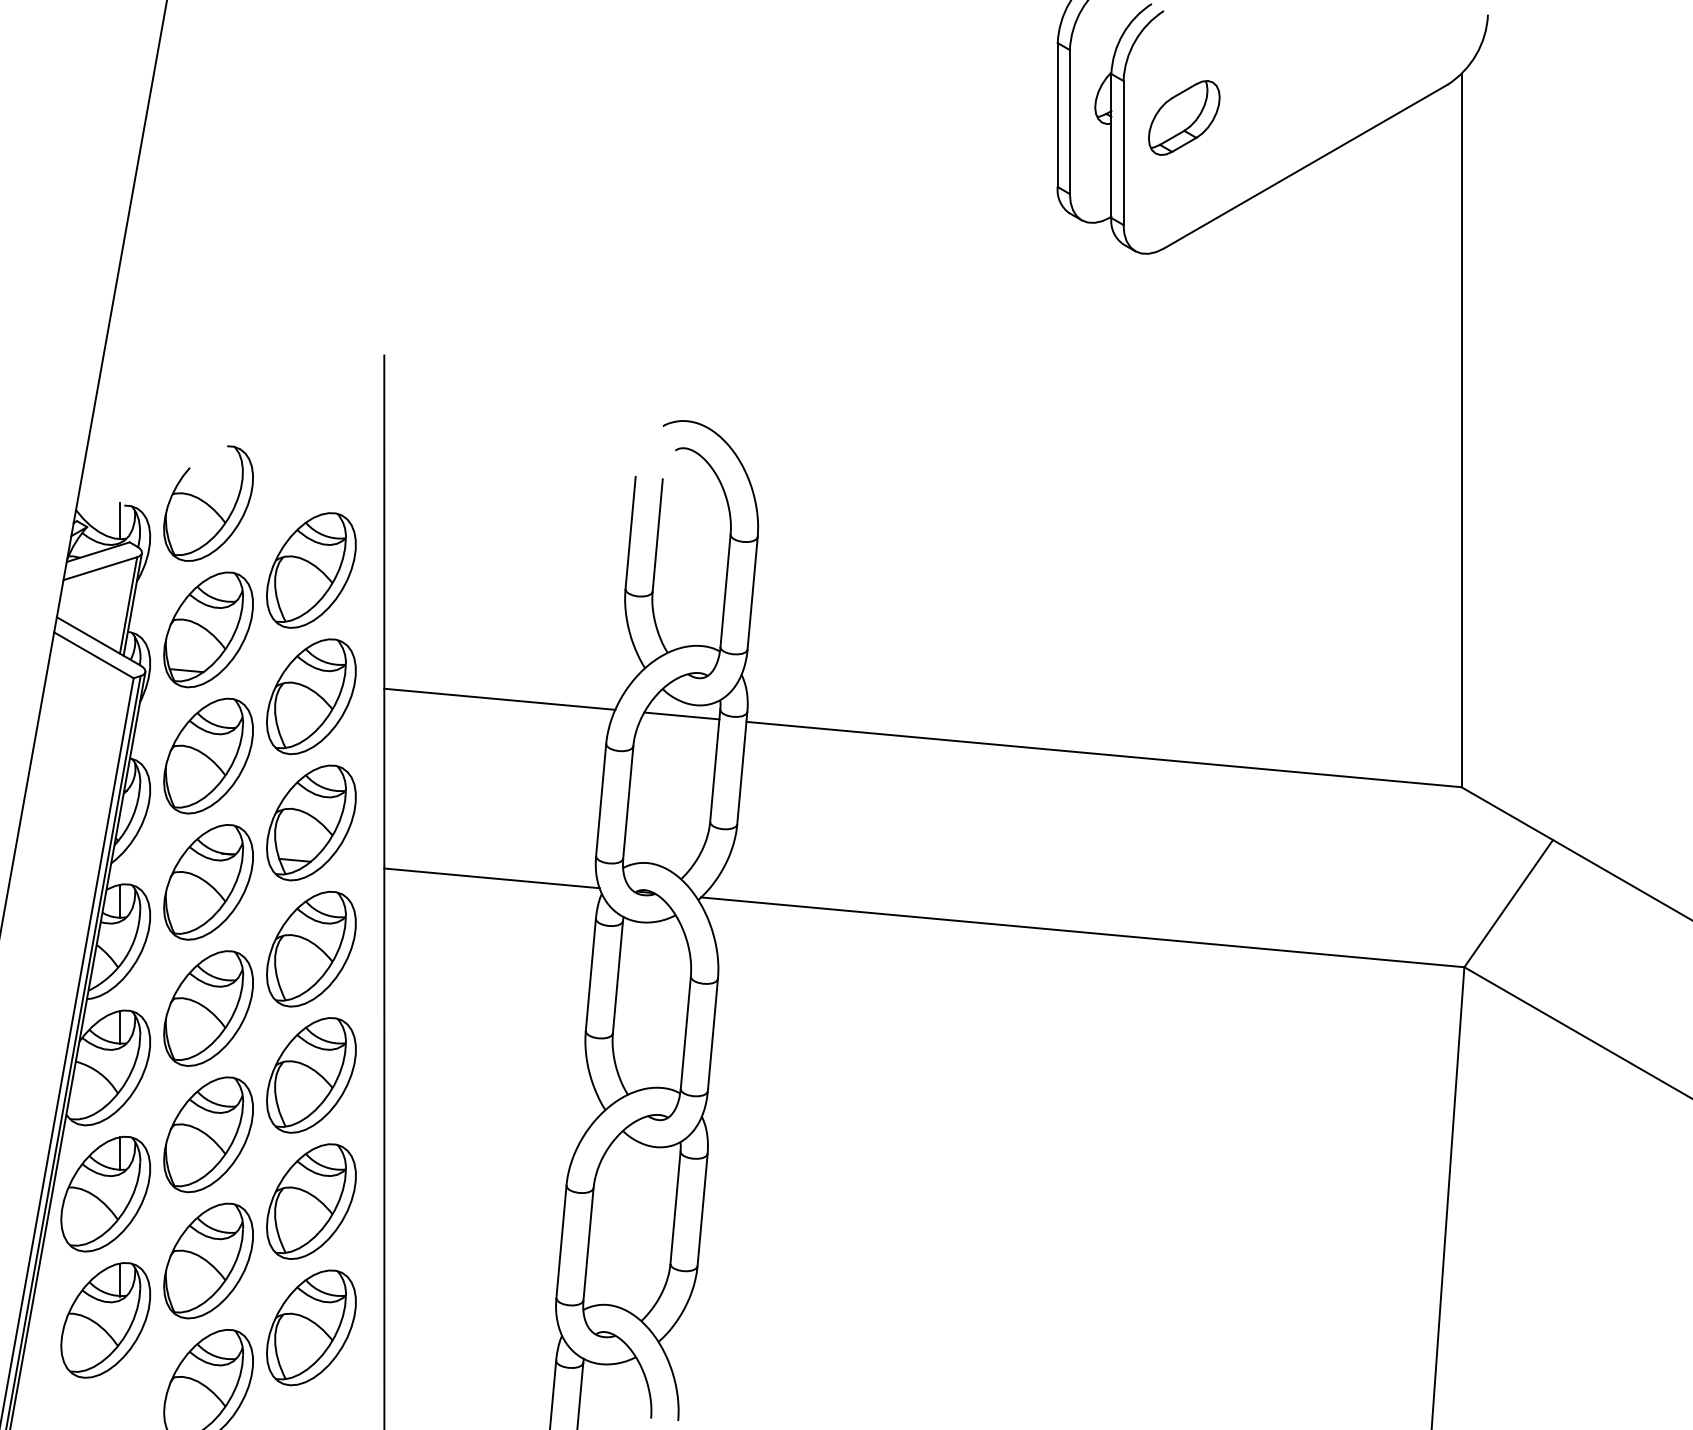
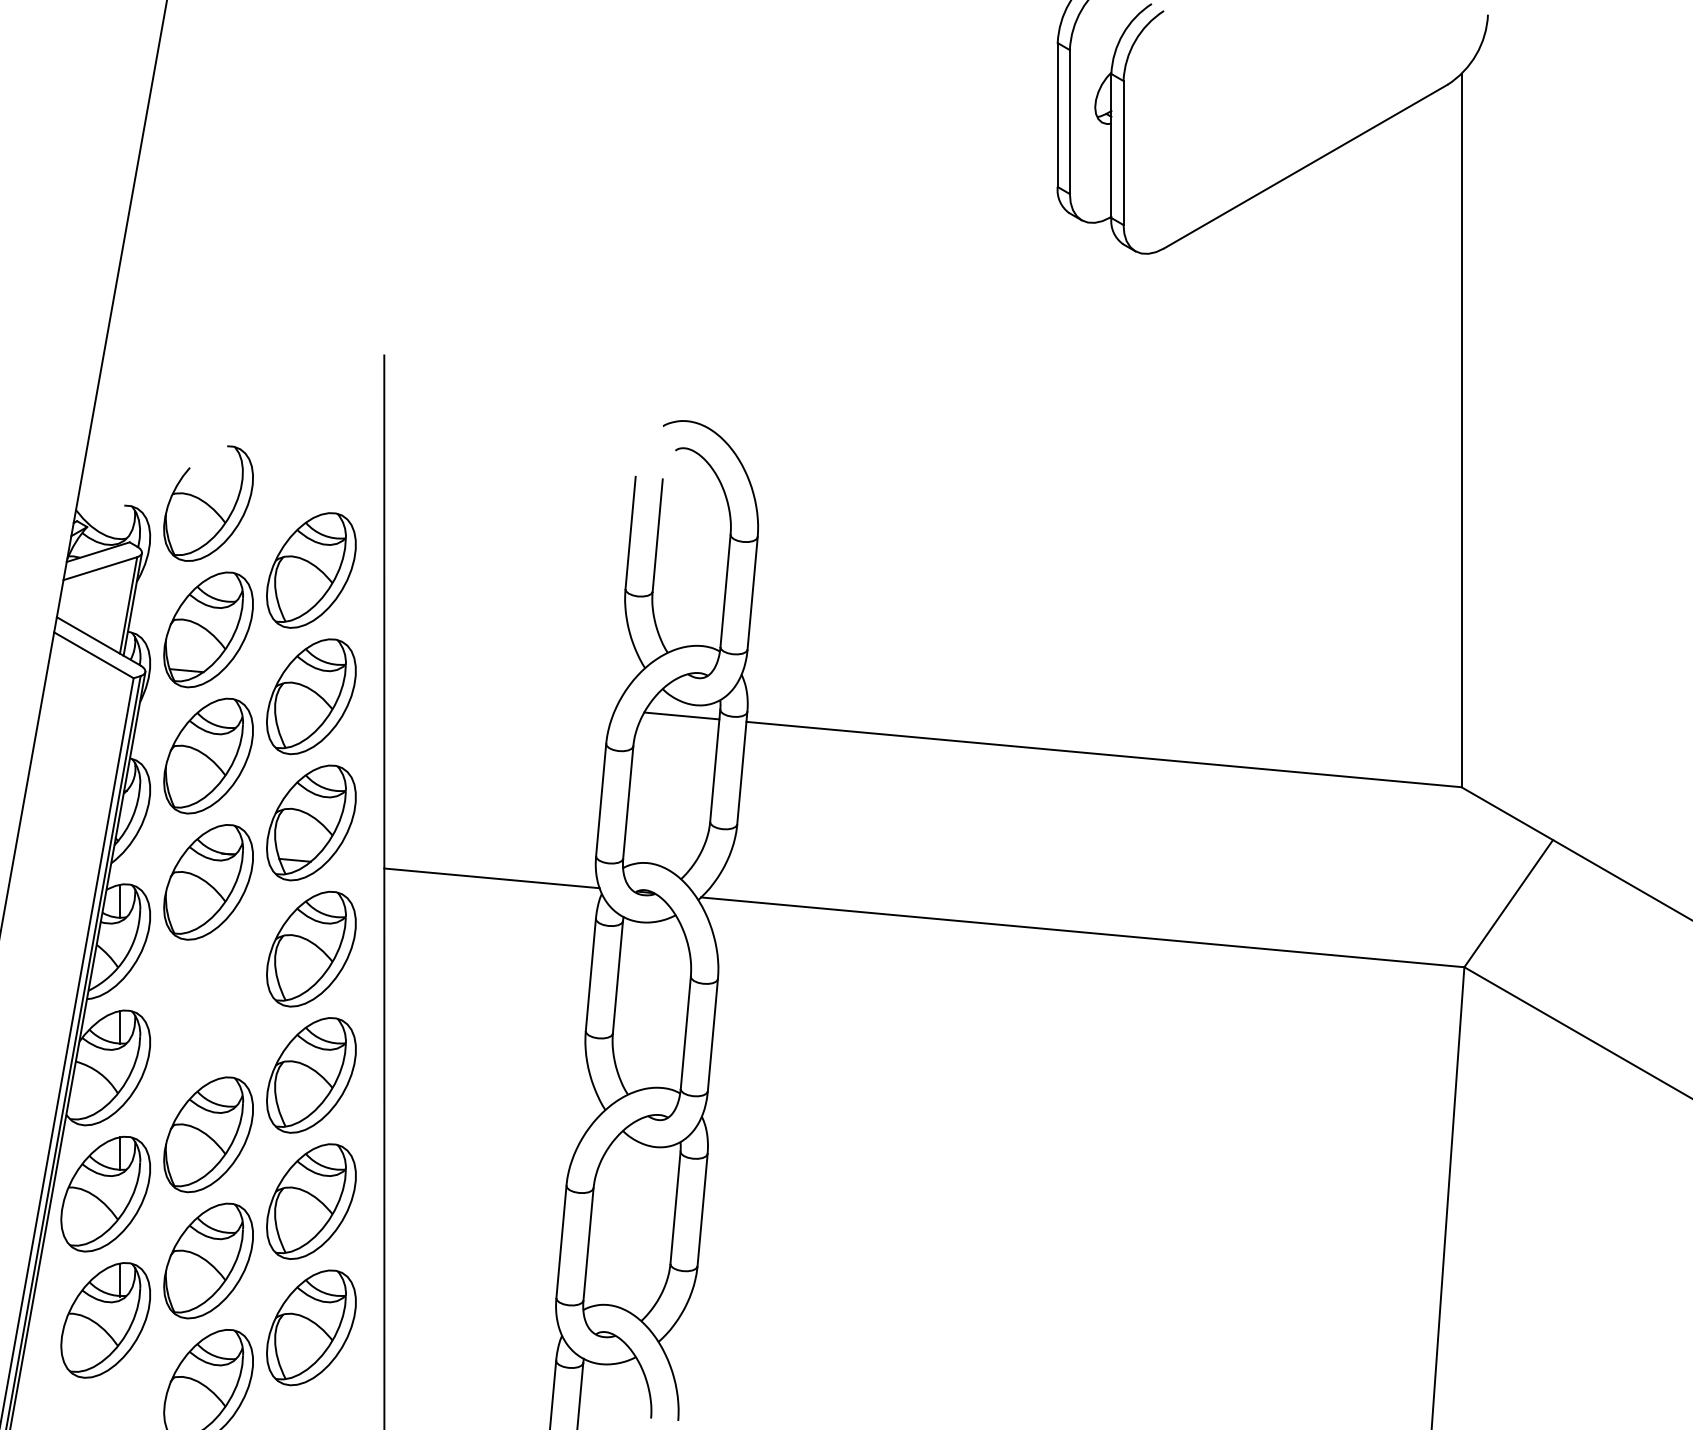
part at (1184, 117): present -> none
line at (119, 520): present -> none
line at (499, 698): present -> none
part at (208, 1008): present -> none
